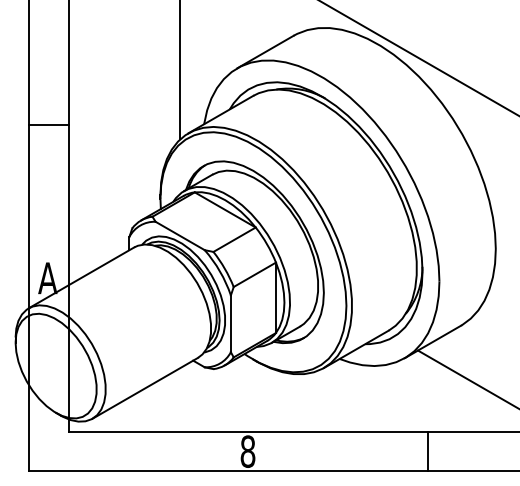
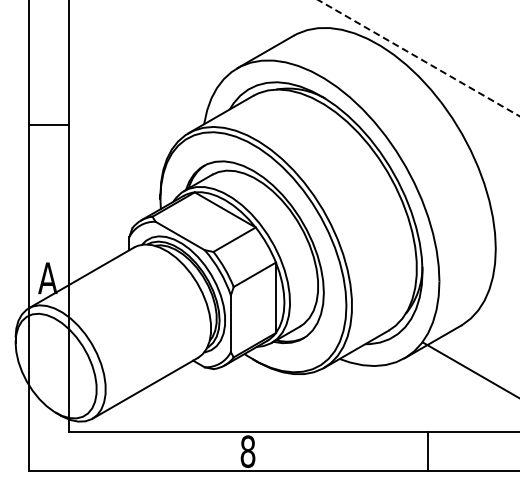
line at (418, 58): solid -> dashed
line at (180, 70): present -> none
line at (467, 378) position: (467, 378) -> (469, 369)
